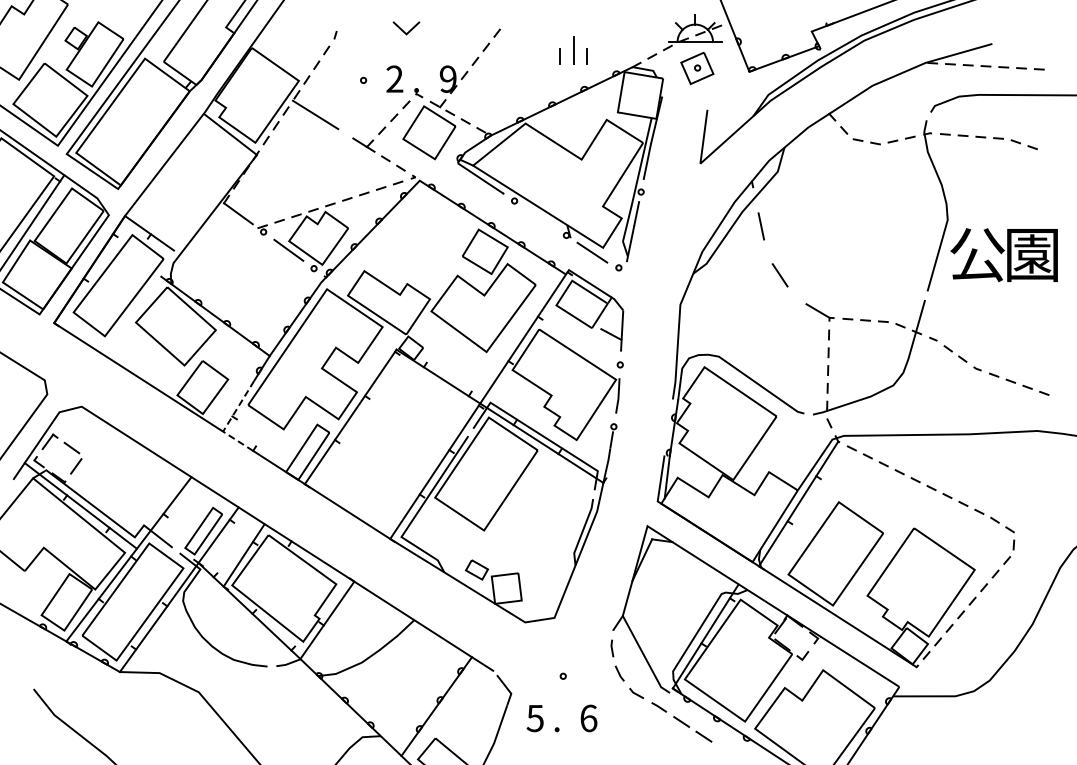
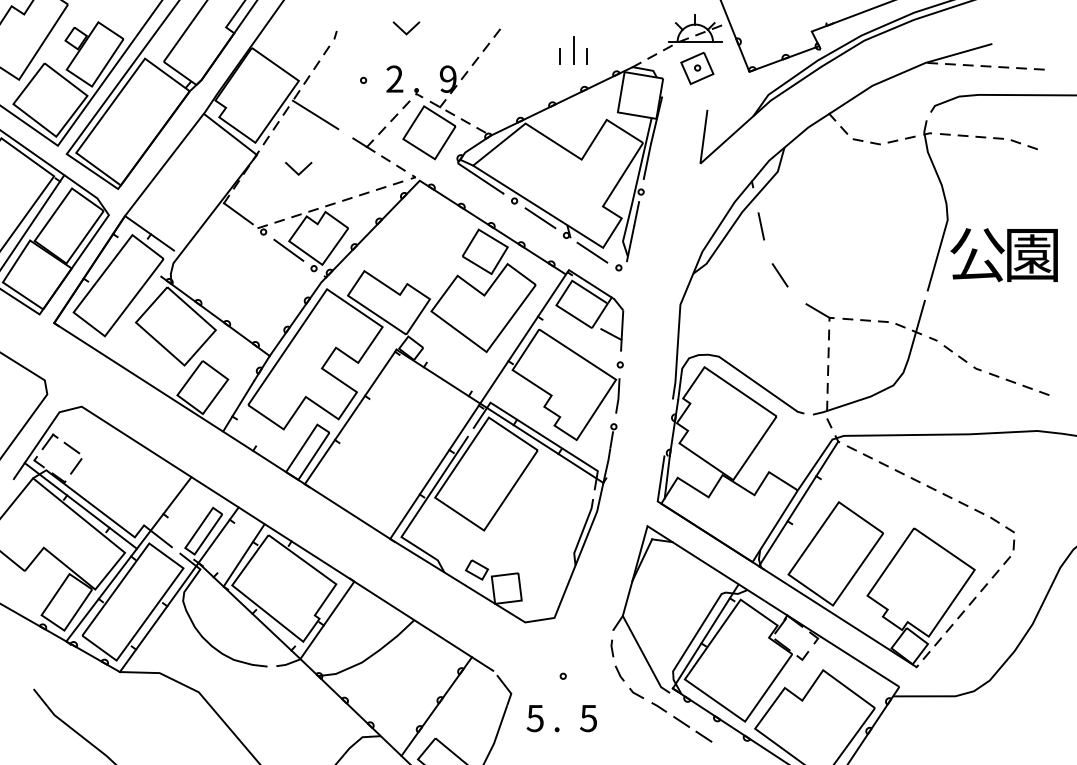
line at (295, 170): none -> present
line at (540, 218): none -> present
line at (229, 421): dashed -> solid
text at (588, 718): 6 -> 5
